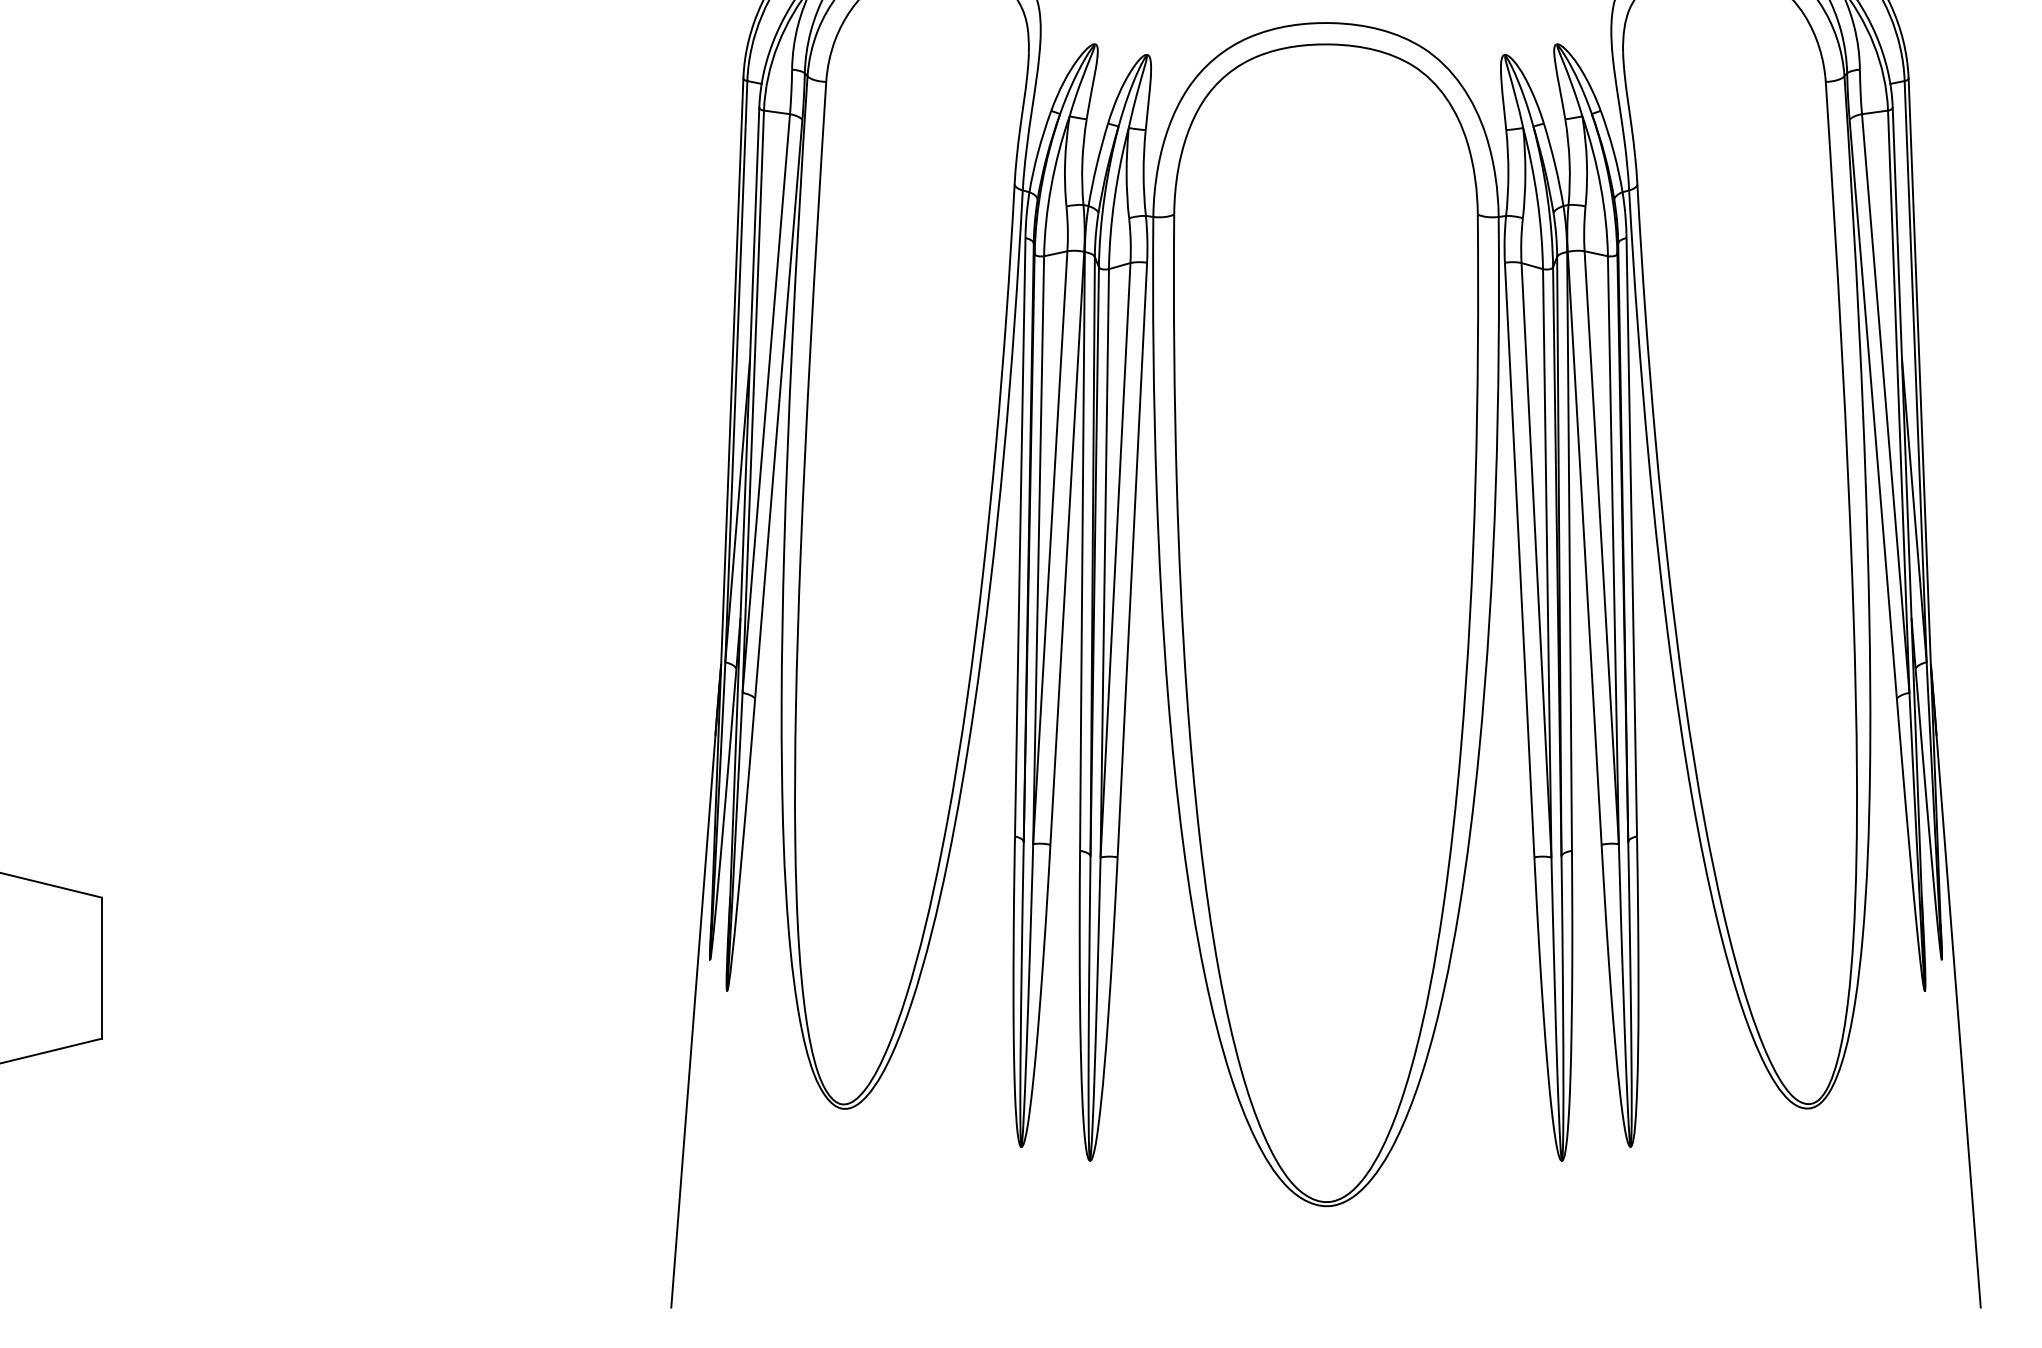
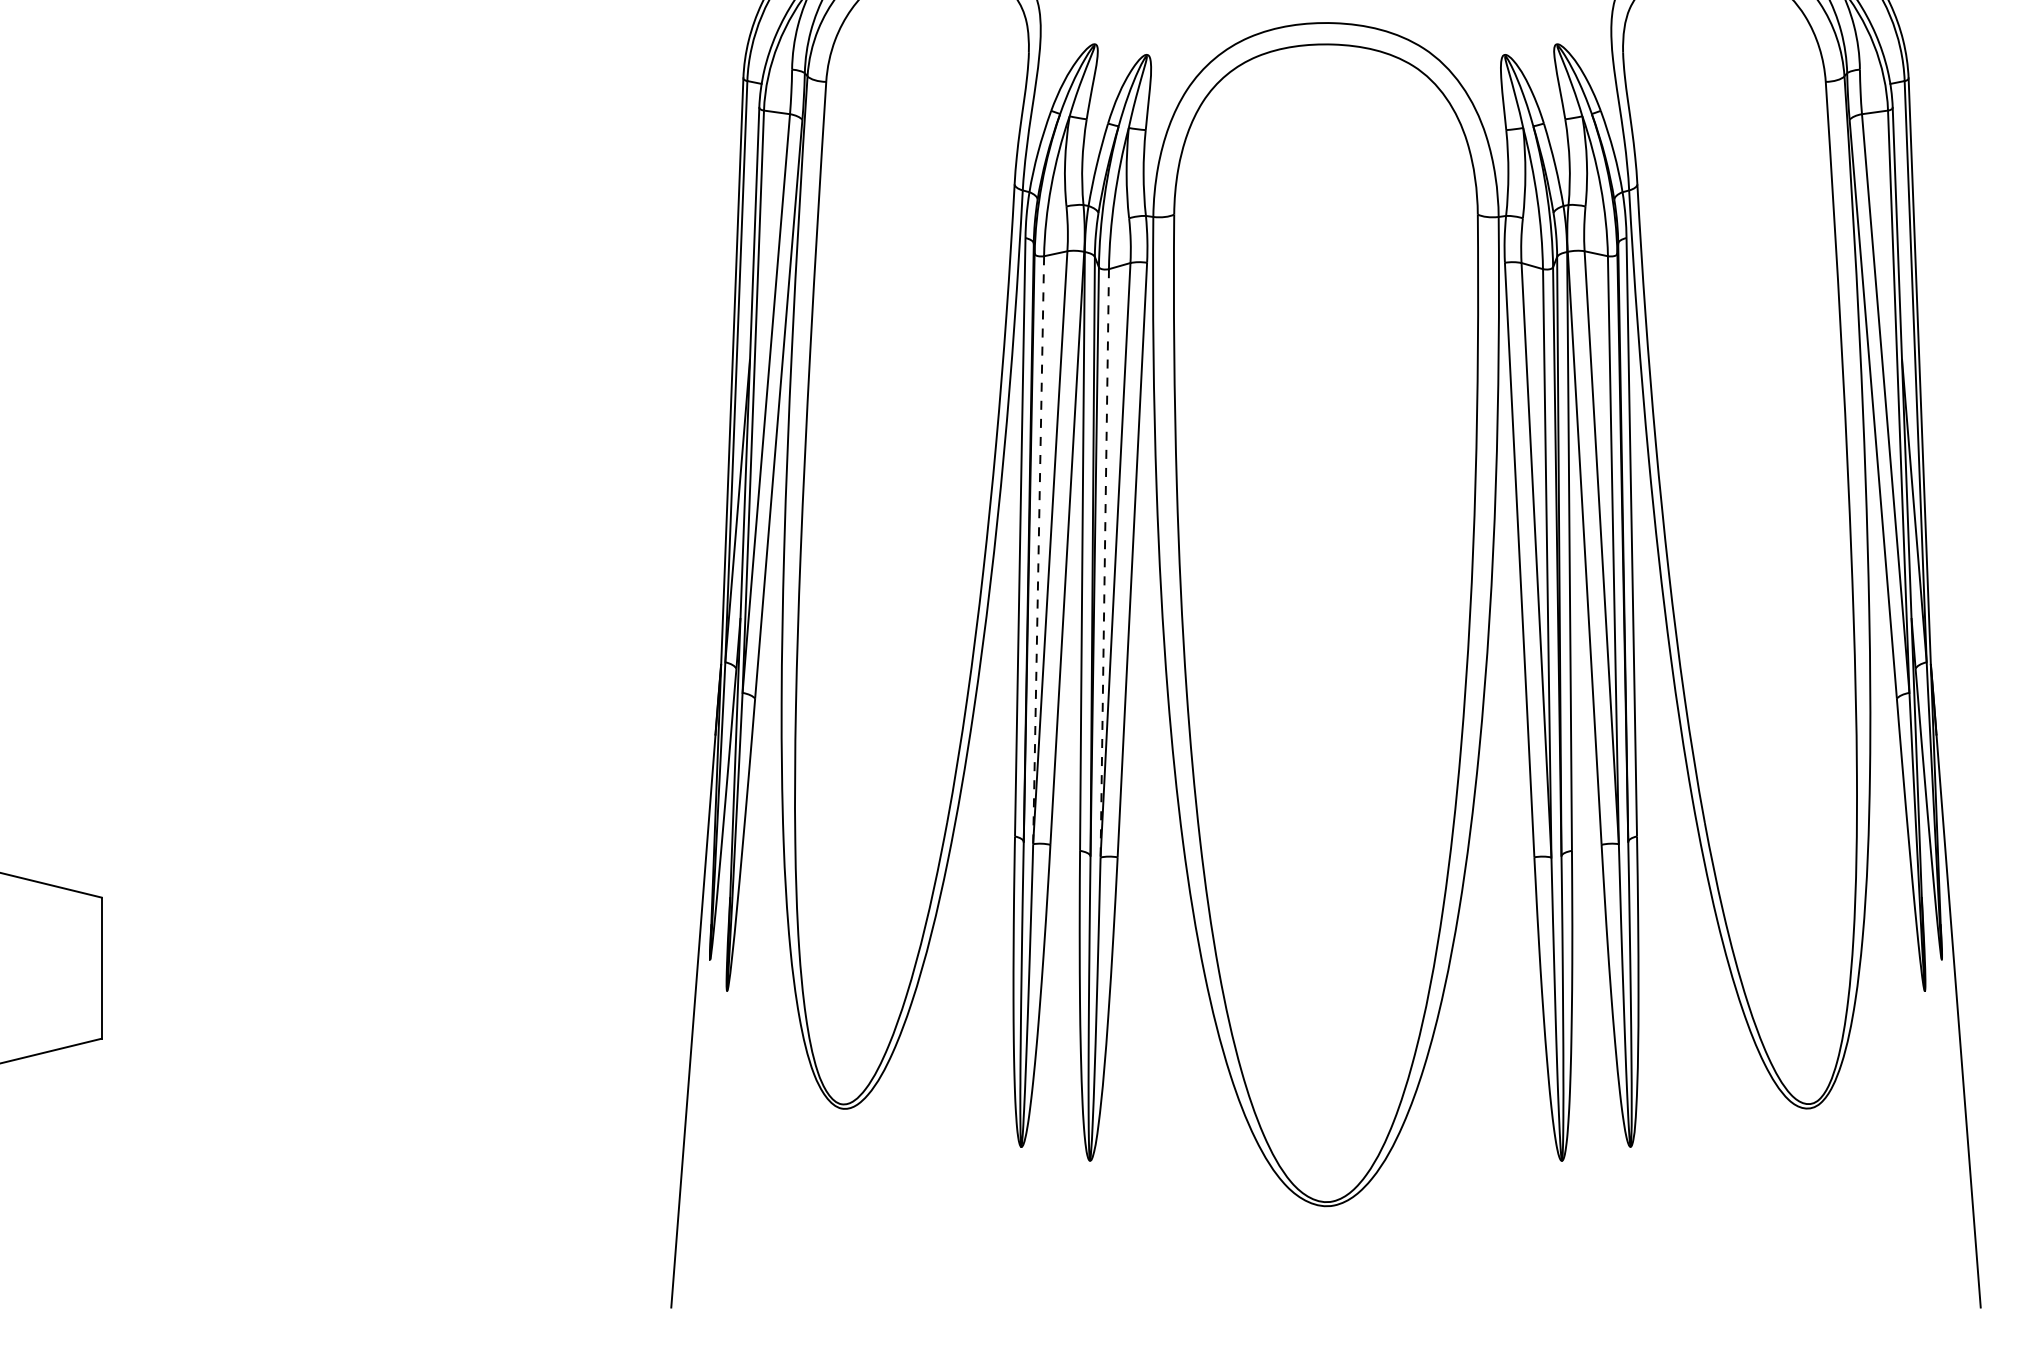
line at (1038, 550): solid -> dashed
line at (1104, 563): solid -> dashed
